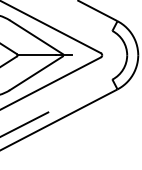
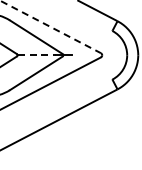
line at (51, 27): solid -> dashed
line at (36, 55): solid -> dashed
line at (25, 123): present -> none
